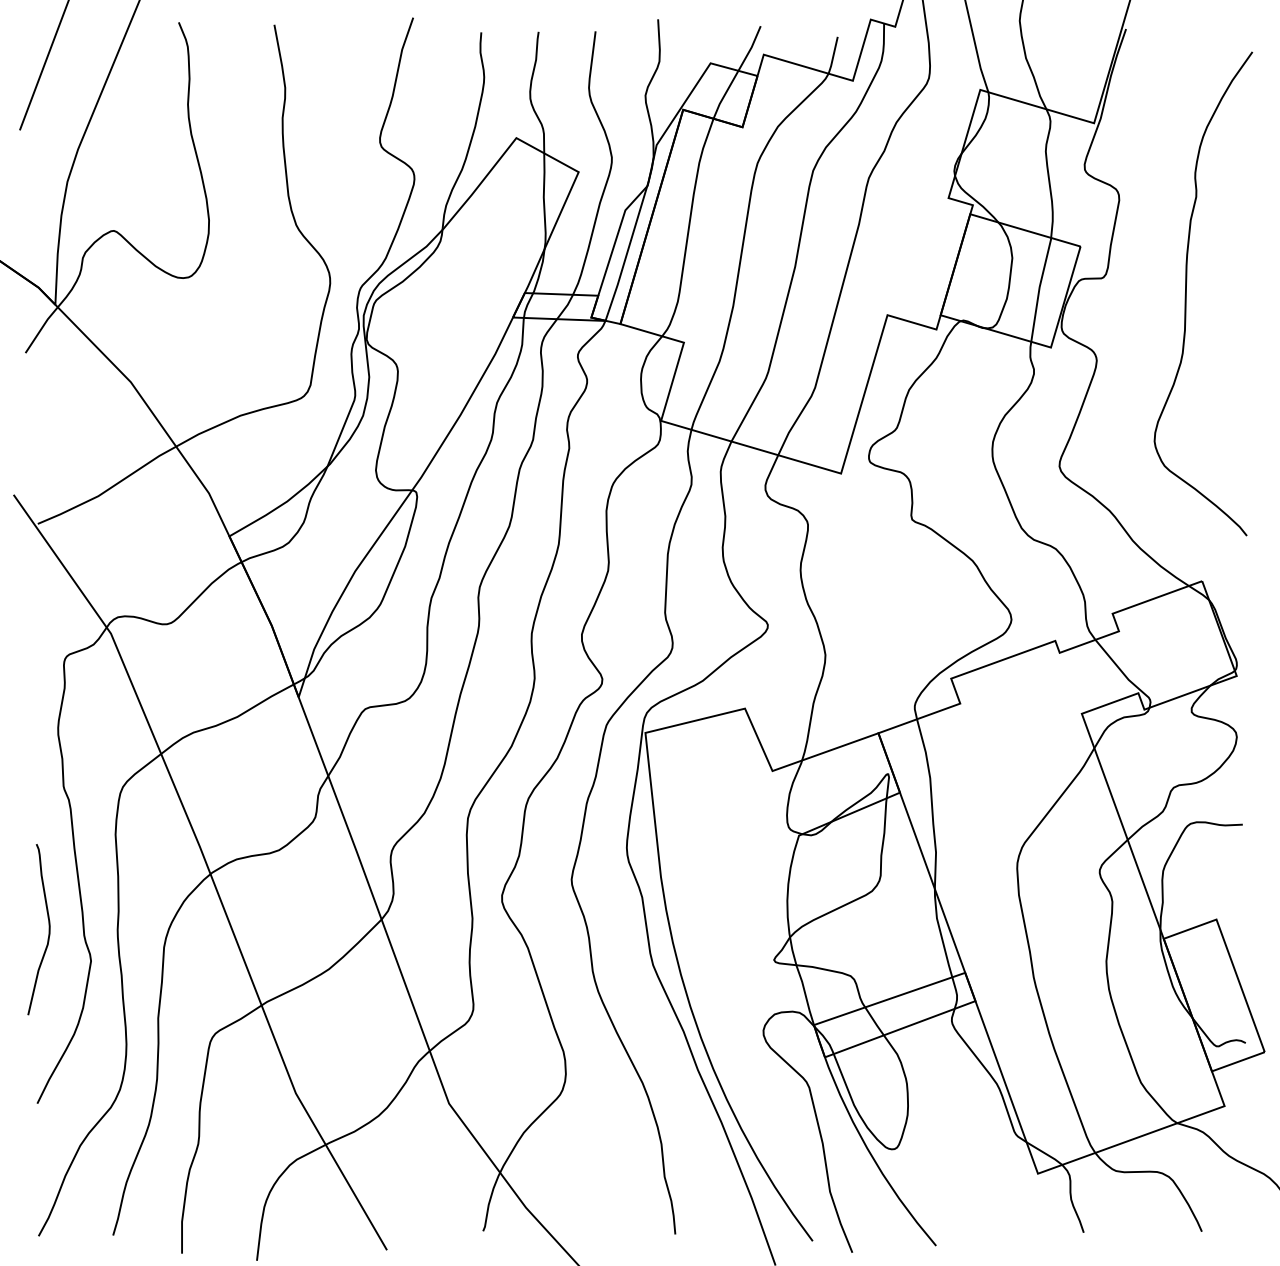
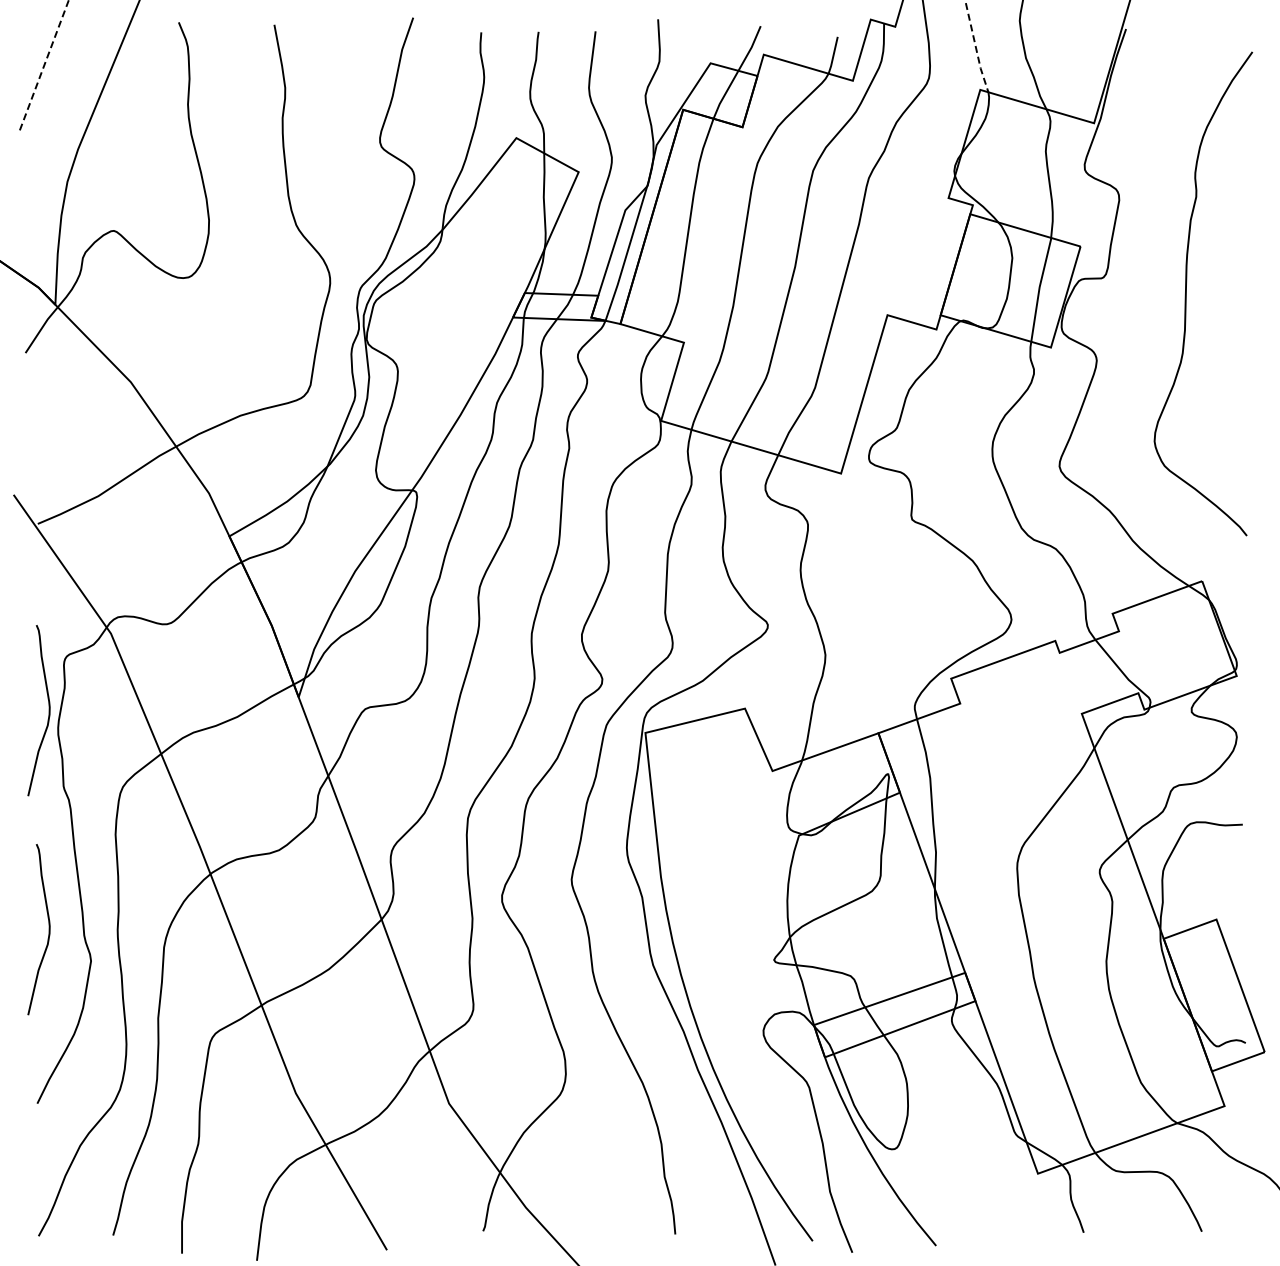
line at (975, 47): solid -> dashed
line at (44, 65): solid -> dashed
curve at (48, 710): none -> present
